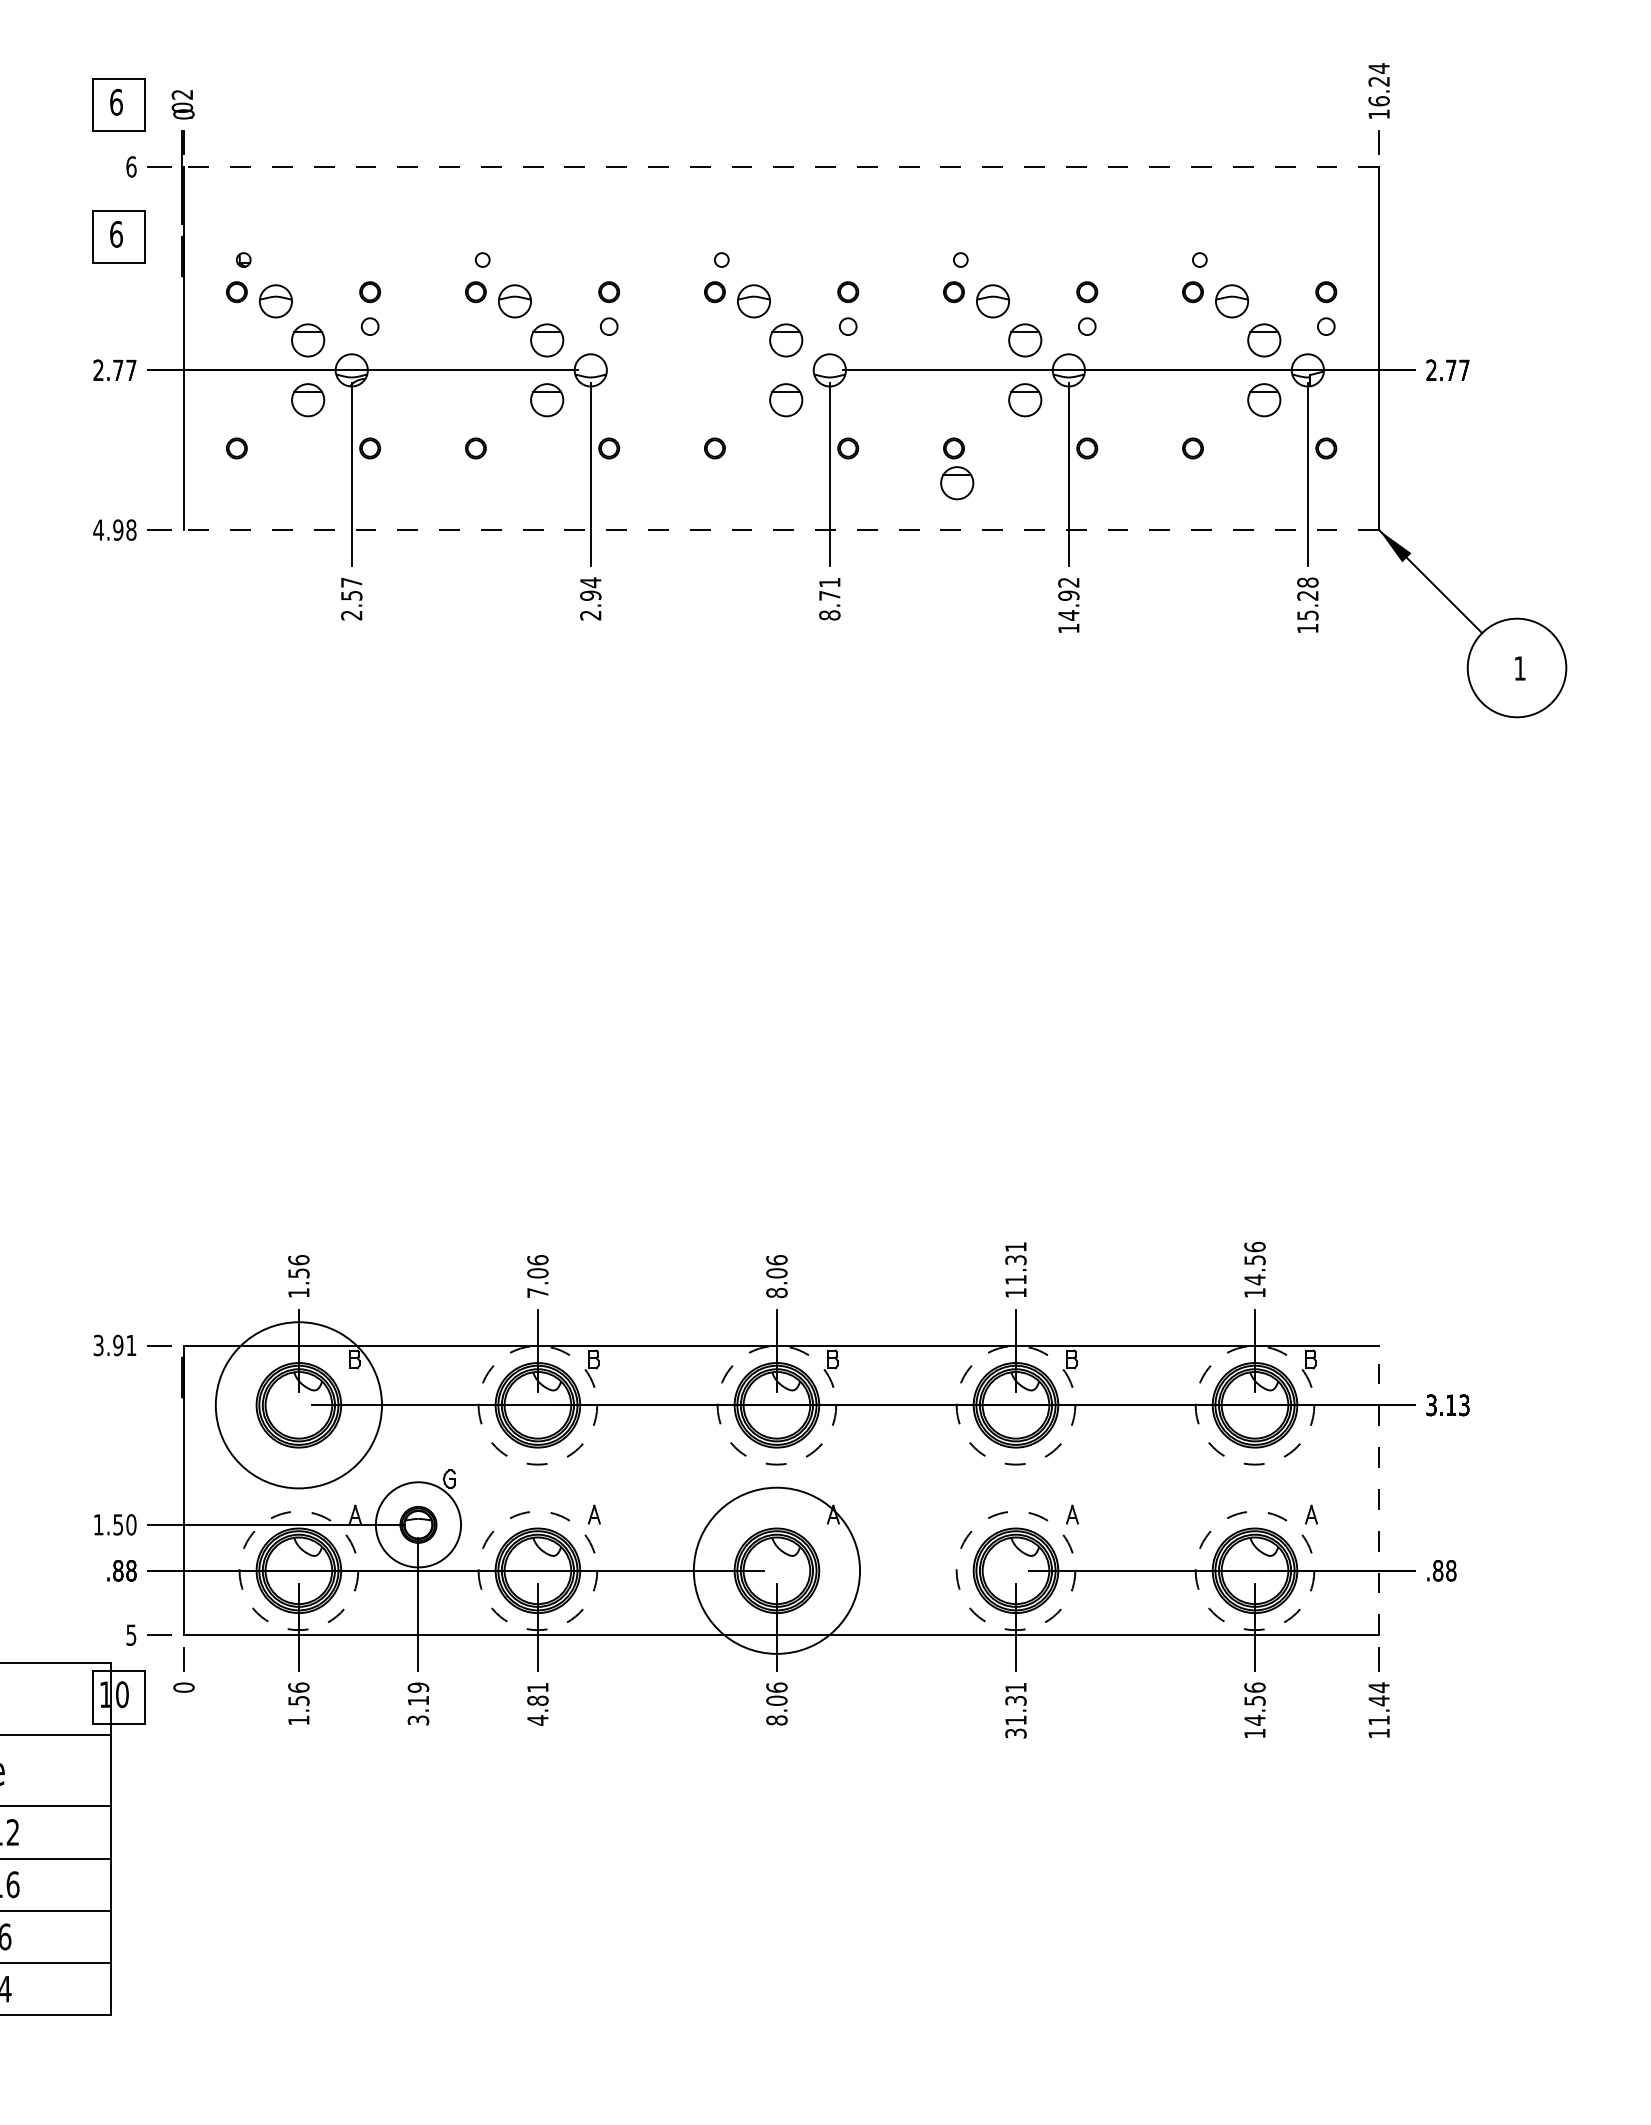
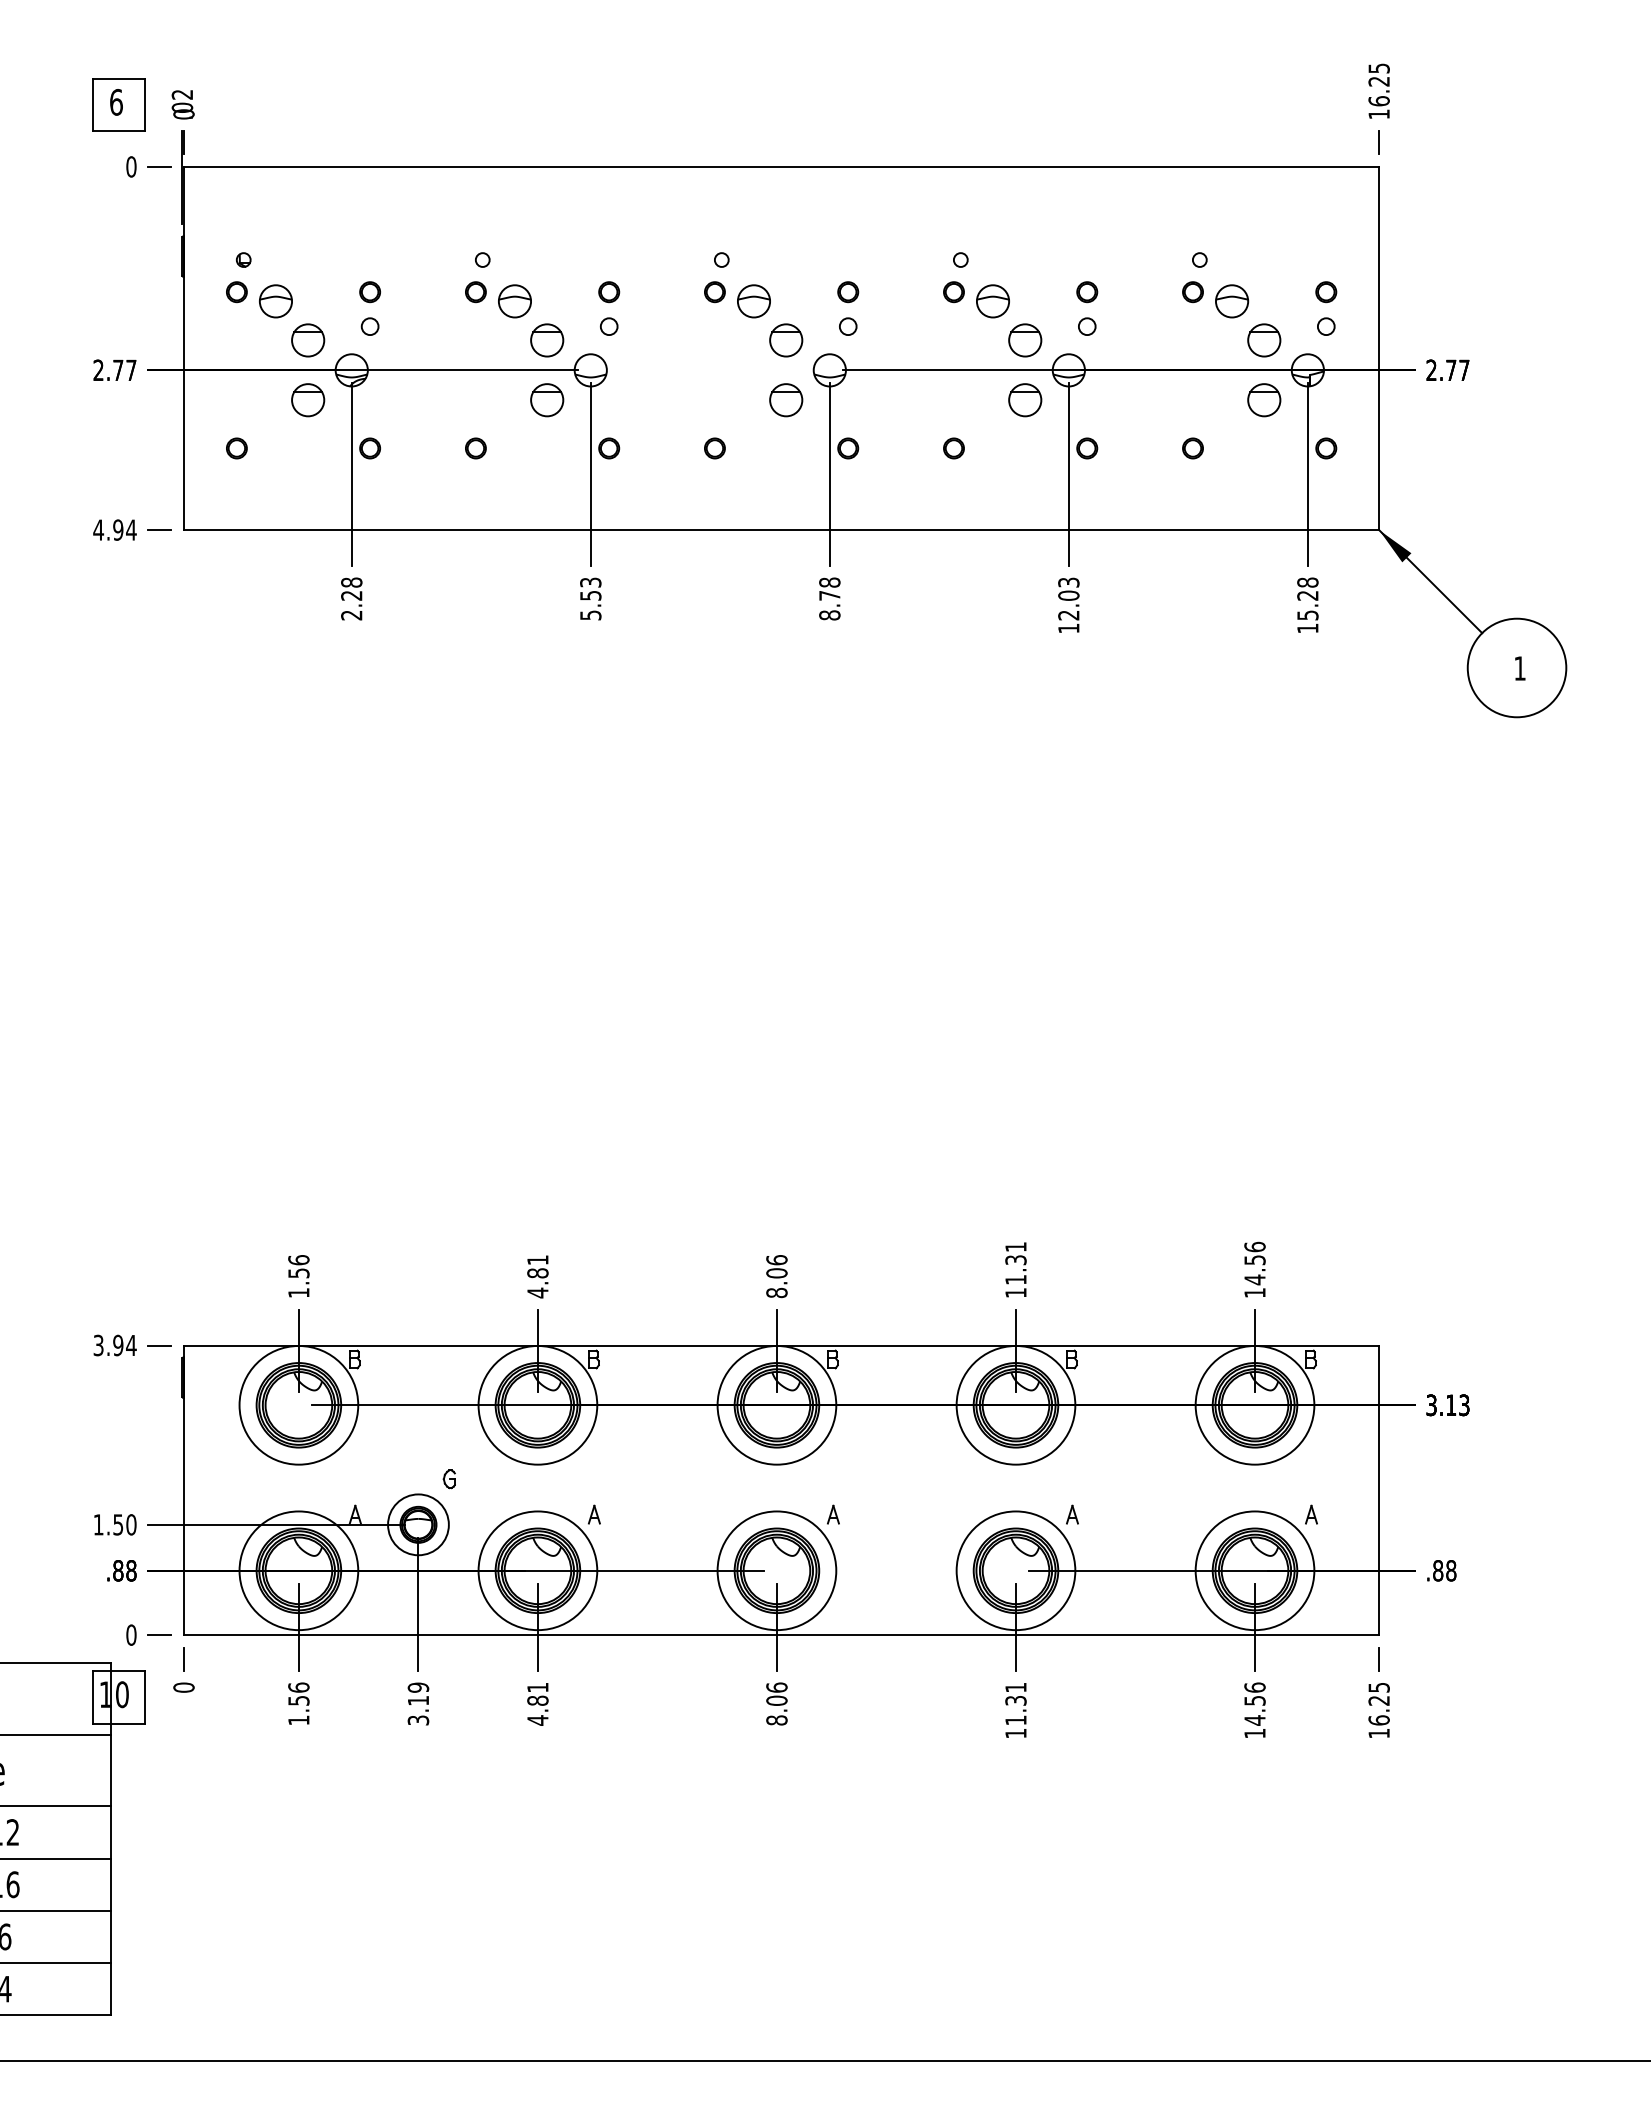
text at (1378, 68): 16.24 -> 16.25
text at (131, 166): 6 -> 0
line at (781, 166): dashed -> solid
part at (118, 236): present -> none
part at (957, 483): present -> none
text at (131, 529): 4.98 -> 4.94
line at (781, 530): dashed -> solid
text at (829, 582): 8.71 -> 8.78
text at (351, 588): 2.57 -> 2.28
text at (590, 598): 2.94 -> 5.53
text at (1068, 598): 14.92 -> 12.03
text at (537, 1276): 7.06 -> 4.81
text at (131, 1345): 3.91 -> 3.94
circle at (537, 1404): dashed -> solid
circle at (776, 1404): dashed -> solid
circle at (1015, 1404): dashed -> solid
circle at (1254, 1404): dashed -> solid
circle at (298, 1405) diameter: 166 px -> 119 px
line at (1379, 1490): dashed -> solid
circle at (418, 1524) diameter: 85 px -> 61 px
circle at (298, 1570): dashed -> solid
circle at (537, 1570): dashed -> solid
circle at (776, 1570) diameter: 166 px -> 119 px
circle at (1015, 1570): dashed -> solid
circle at (1254, 1570): dashed -> solid
text at (131, 1634): 5 -> 0
text at (1378, 1703): 11.44 -> 16.25
text at (1015, 1733): 31.31 -> 11.31
line at (824, 2061): none -> present
